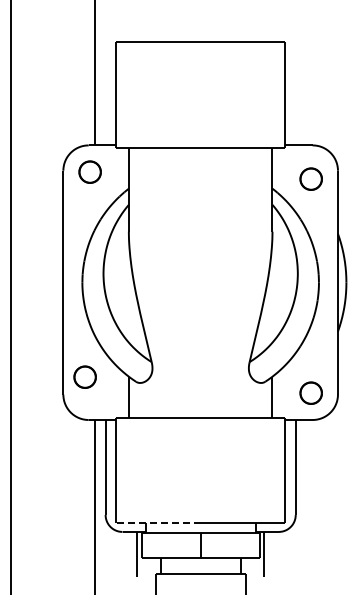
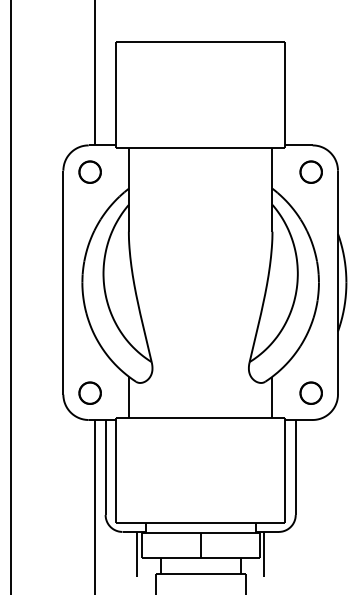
part at (310, 178) position: (310, 178) -> (310, 171)
part at (84, 376) position: (84, 376) -> (89, 392)
line at (157, 523): dashed -> solid
